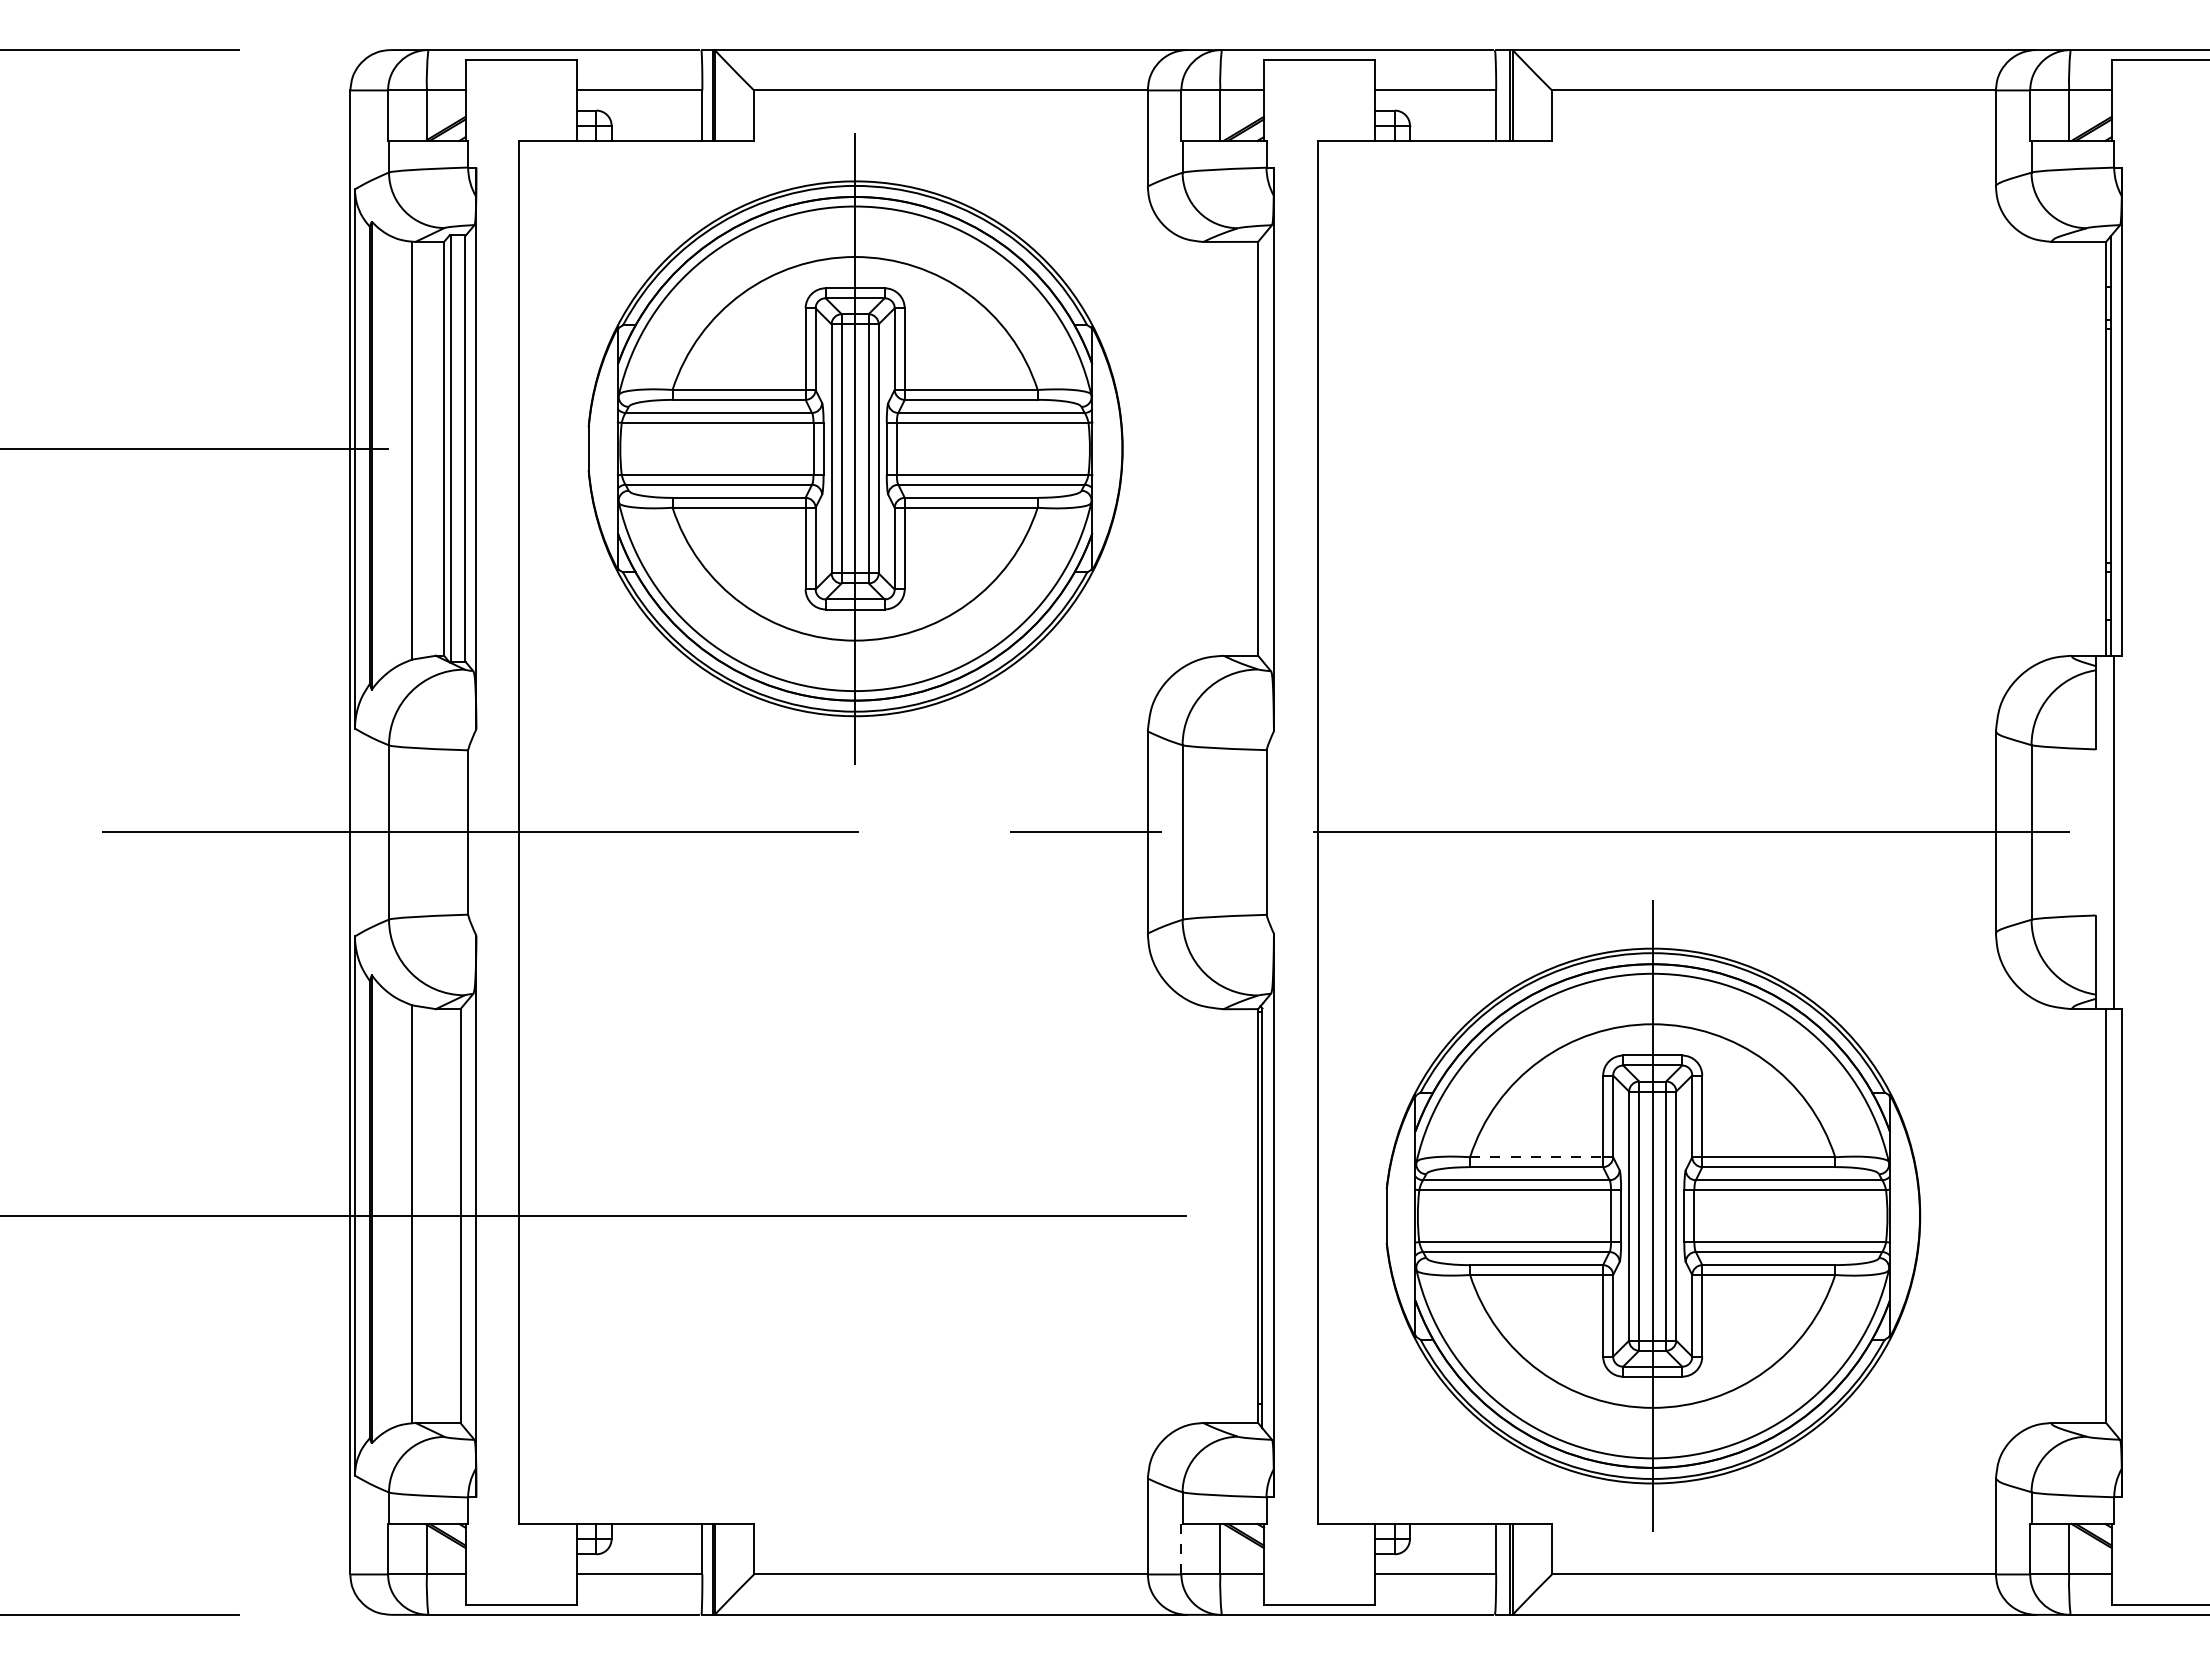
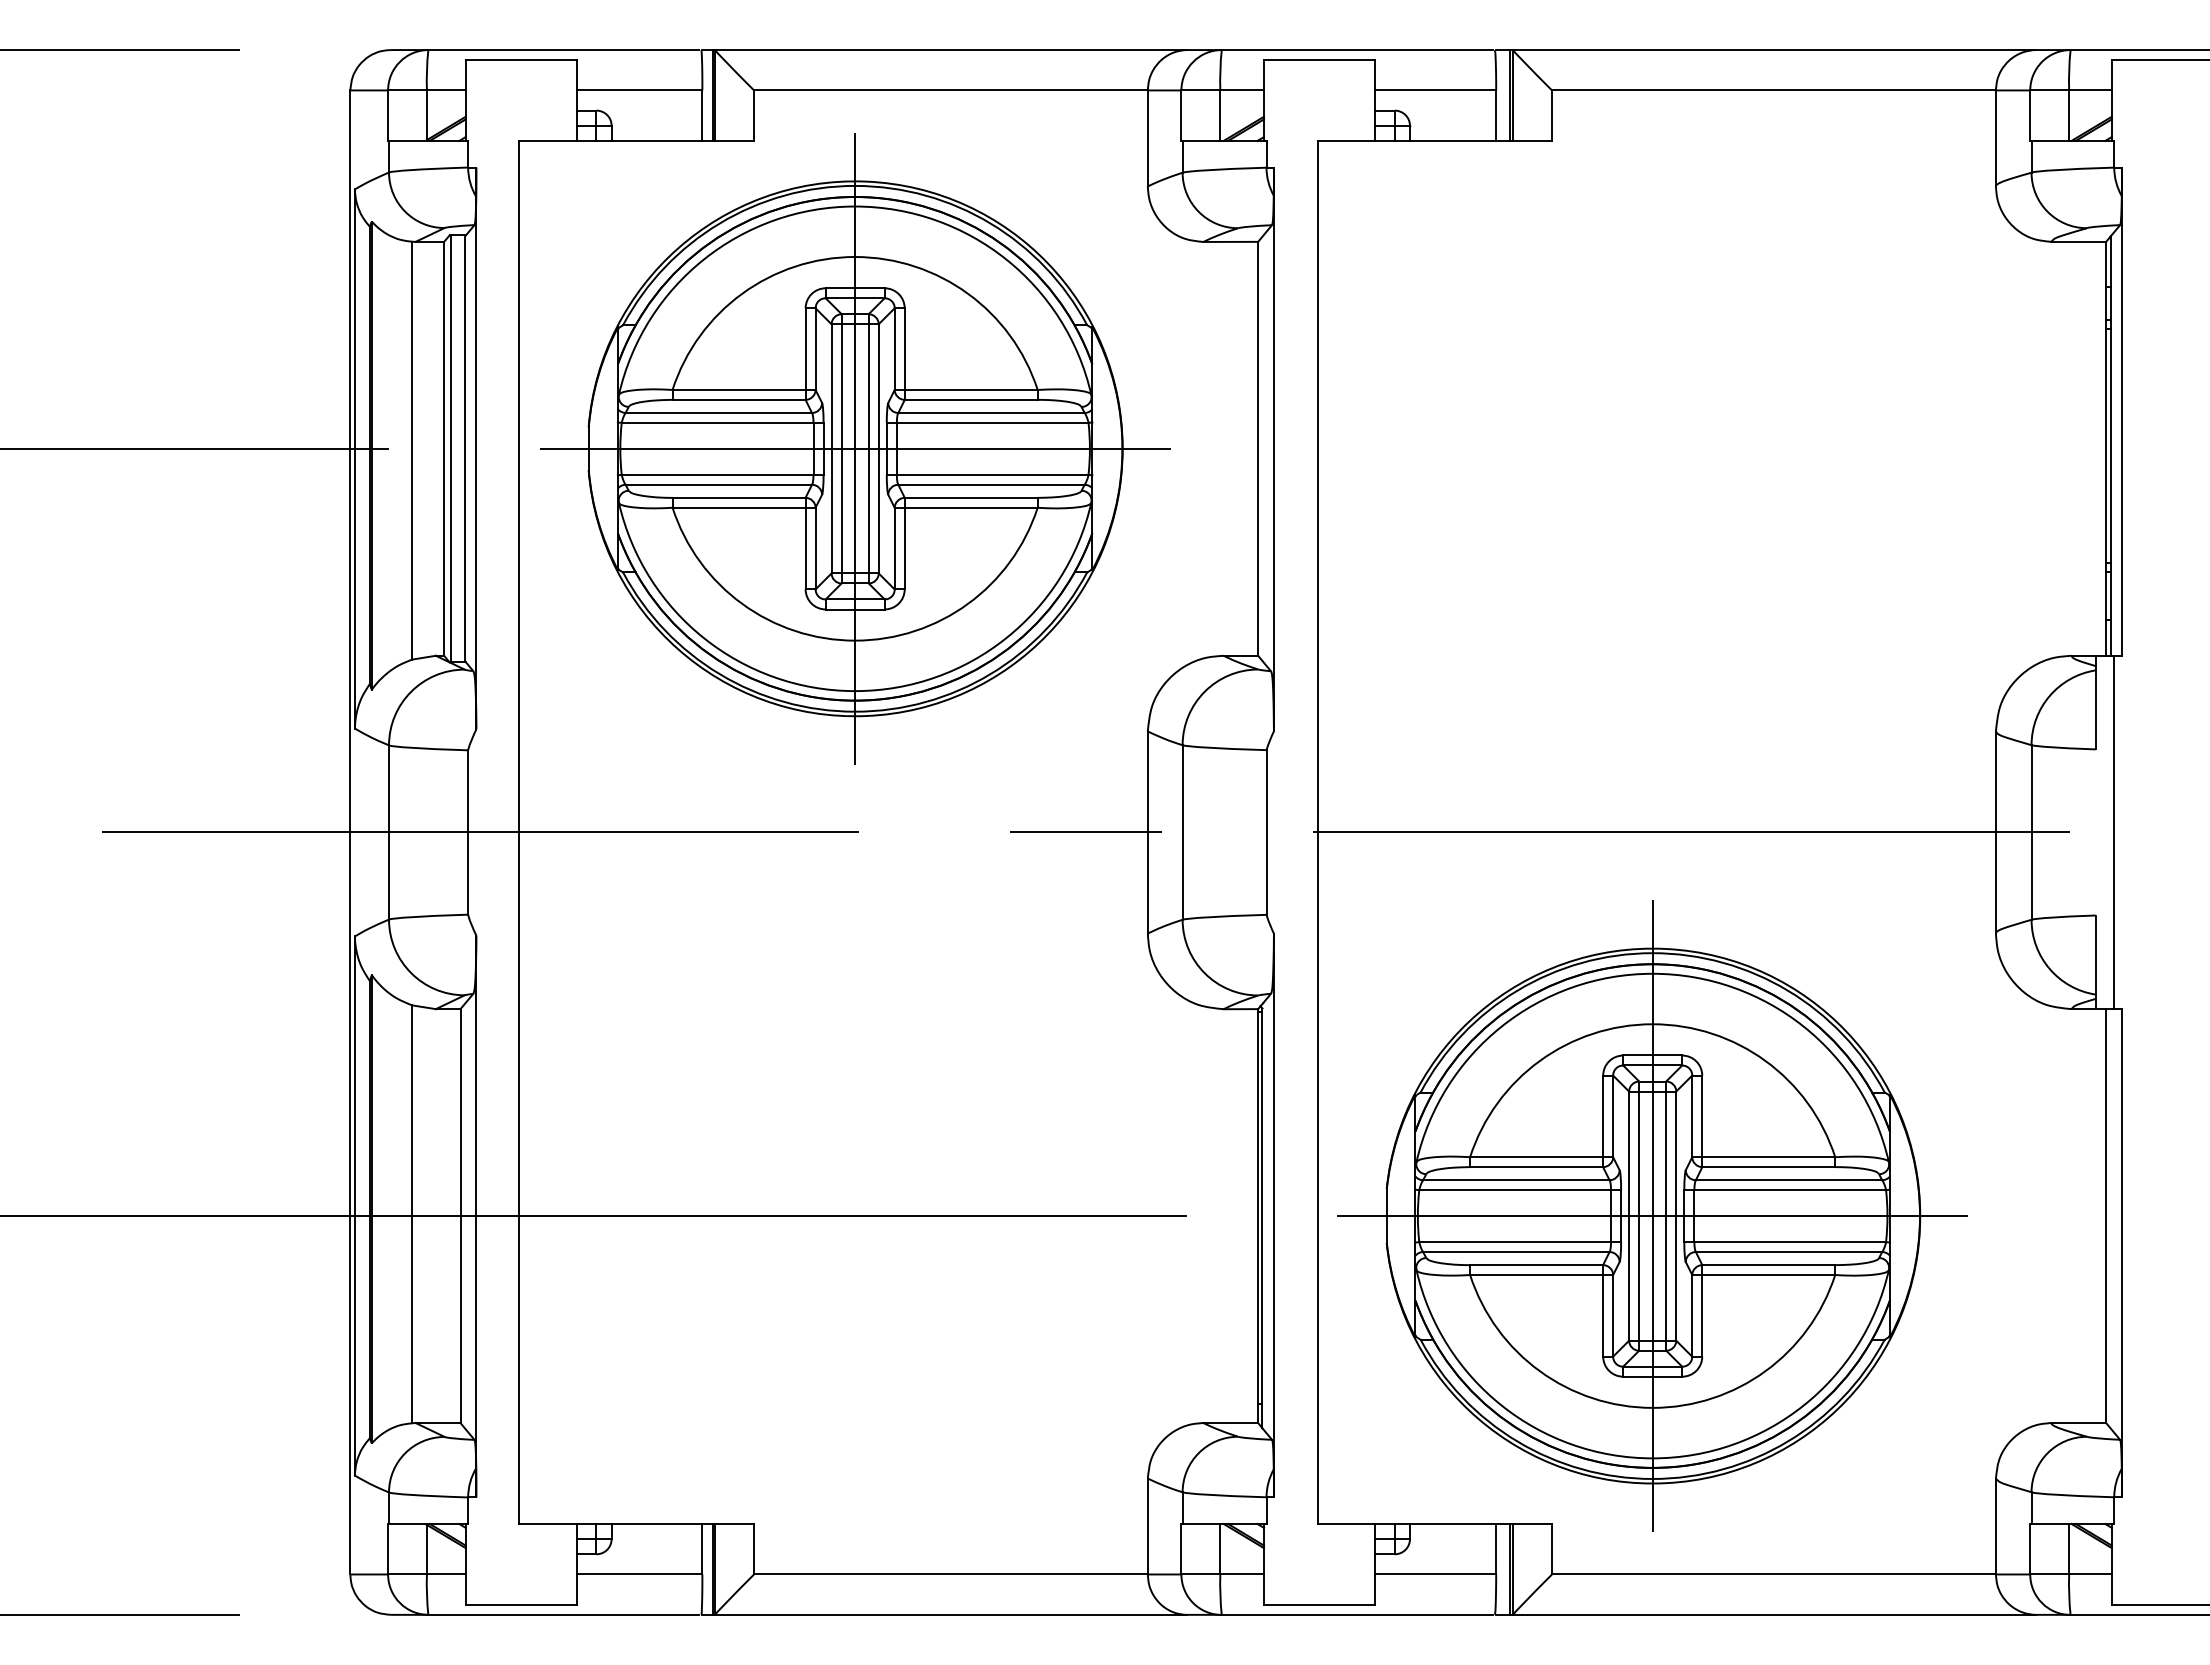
line at (854, 448): none -> present
line at (1537, 1157): dashed -> solid
line at (1652, 1216): none -> present
line at (1181, 1548): dashed -> solid
